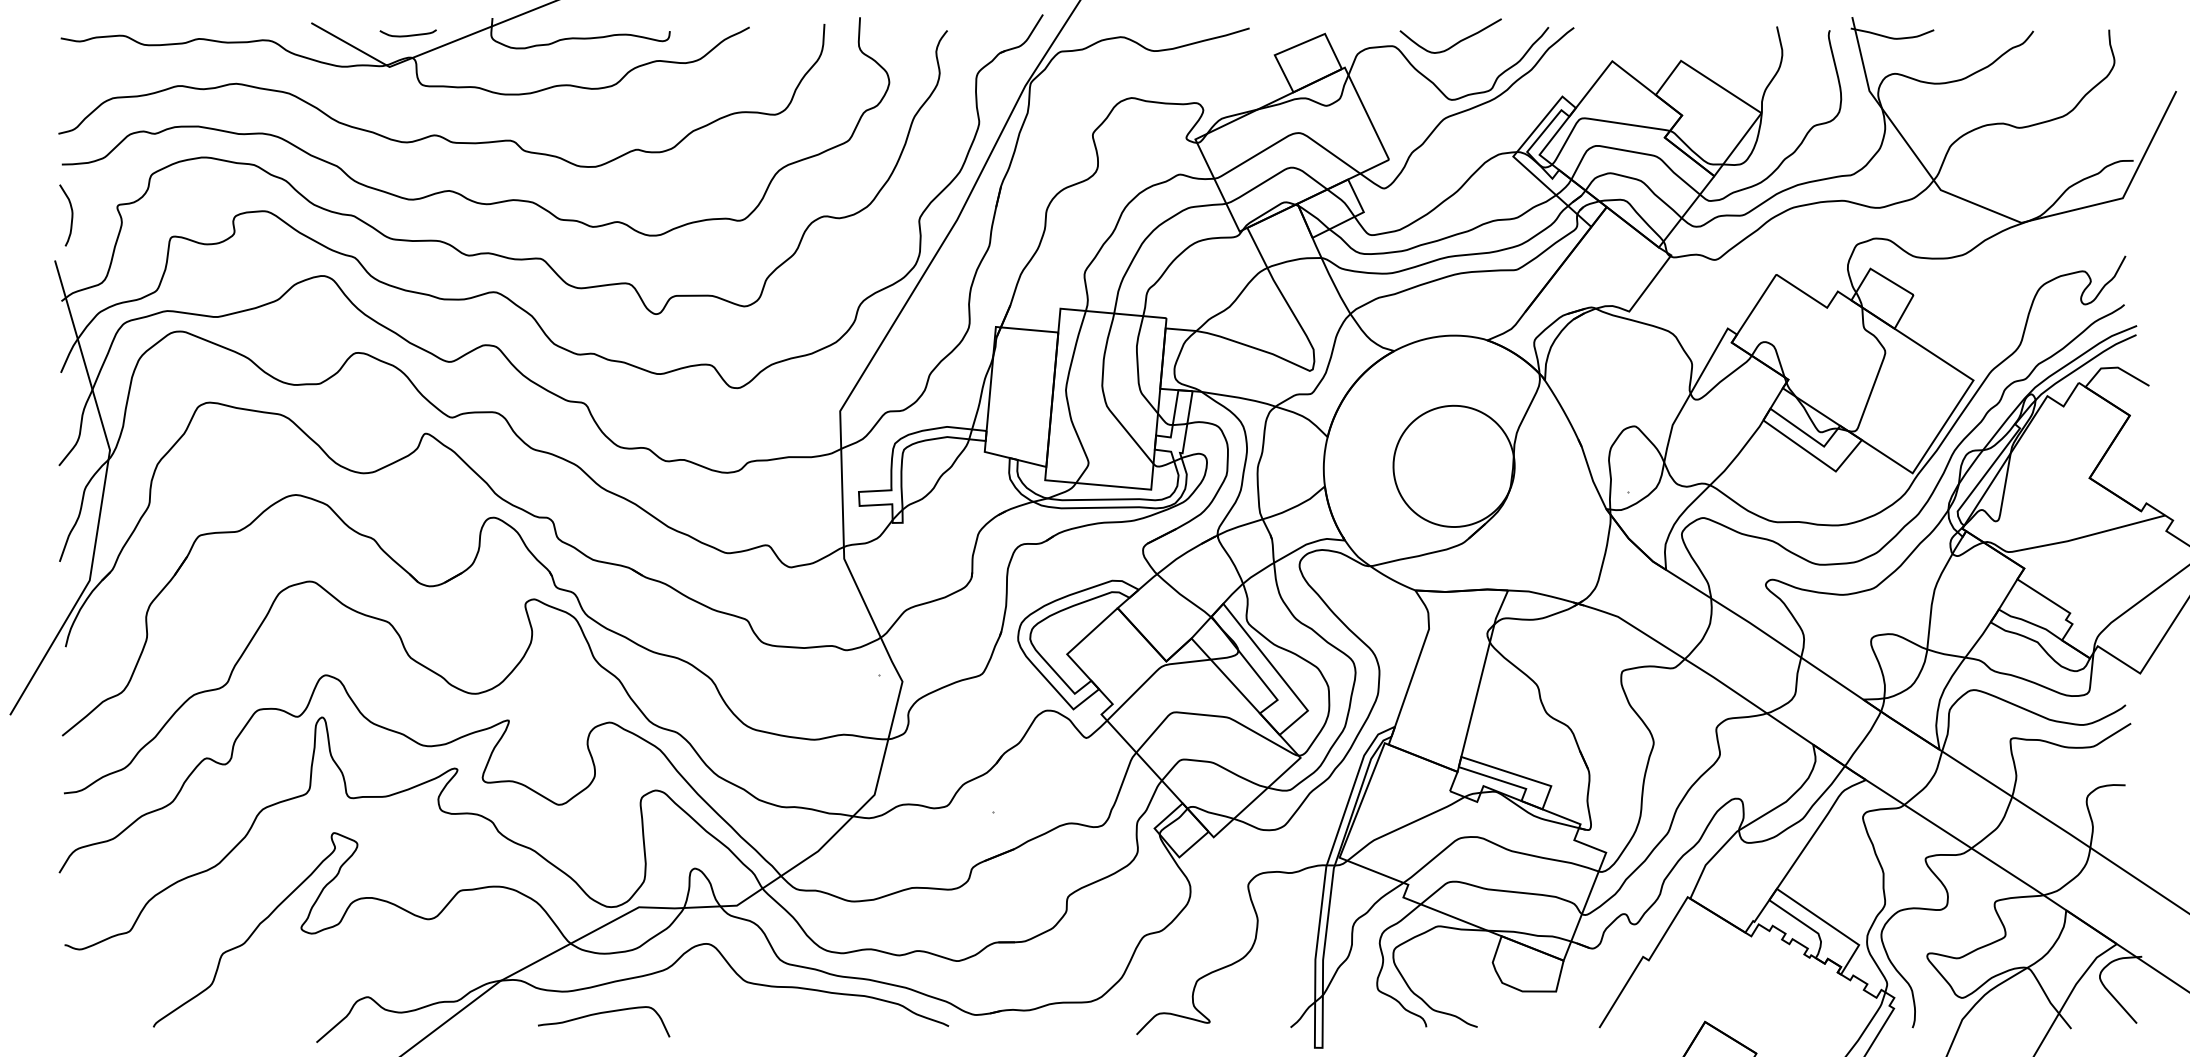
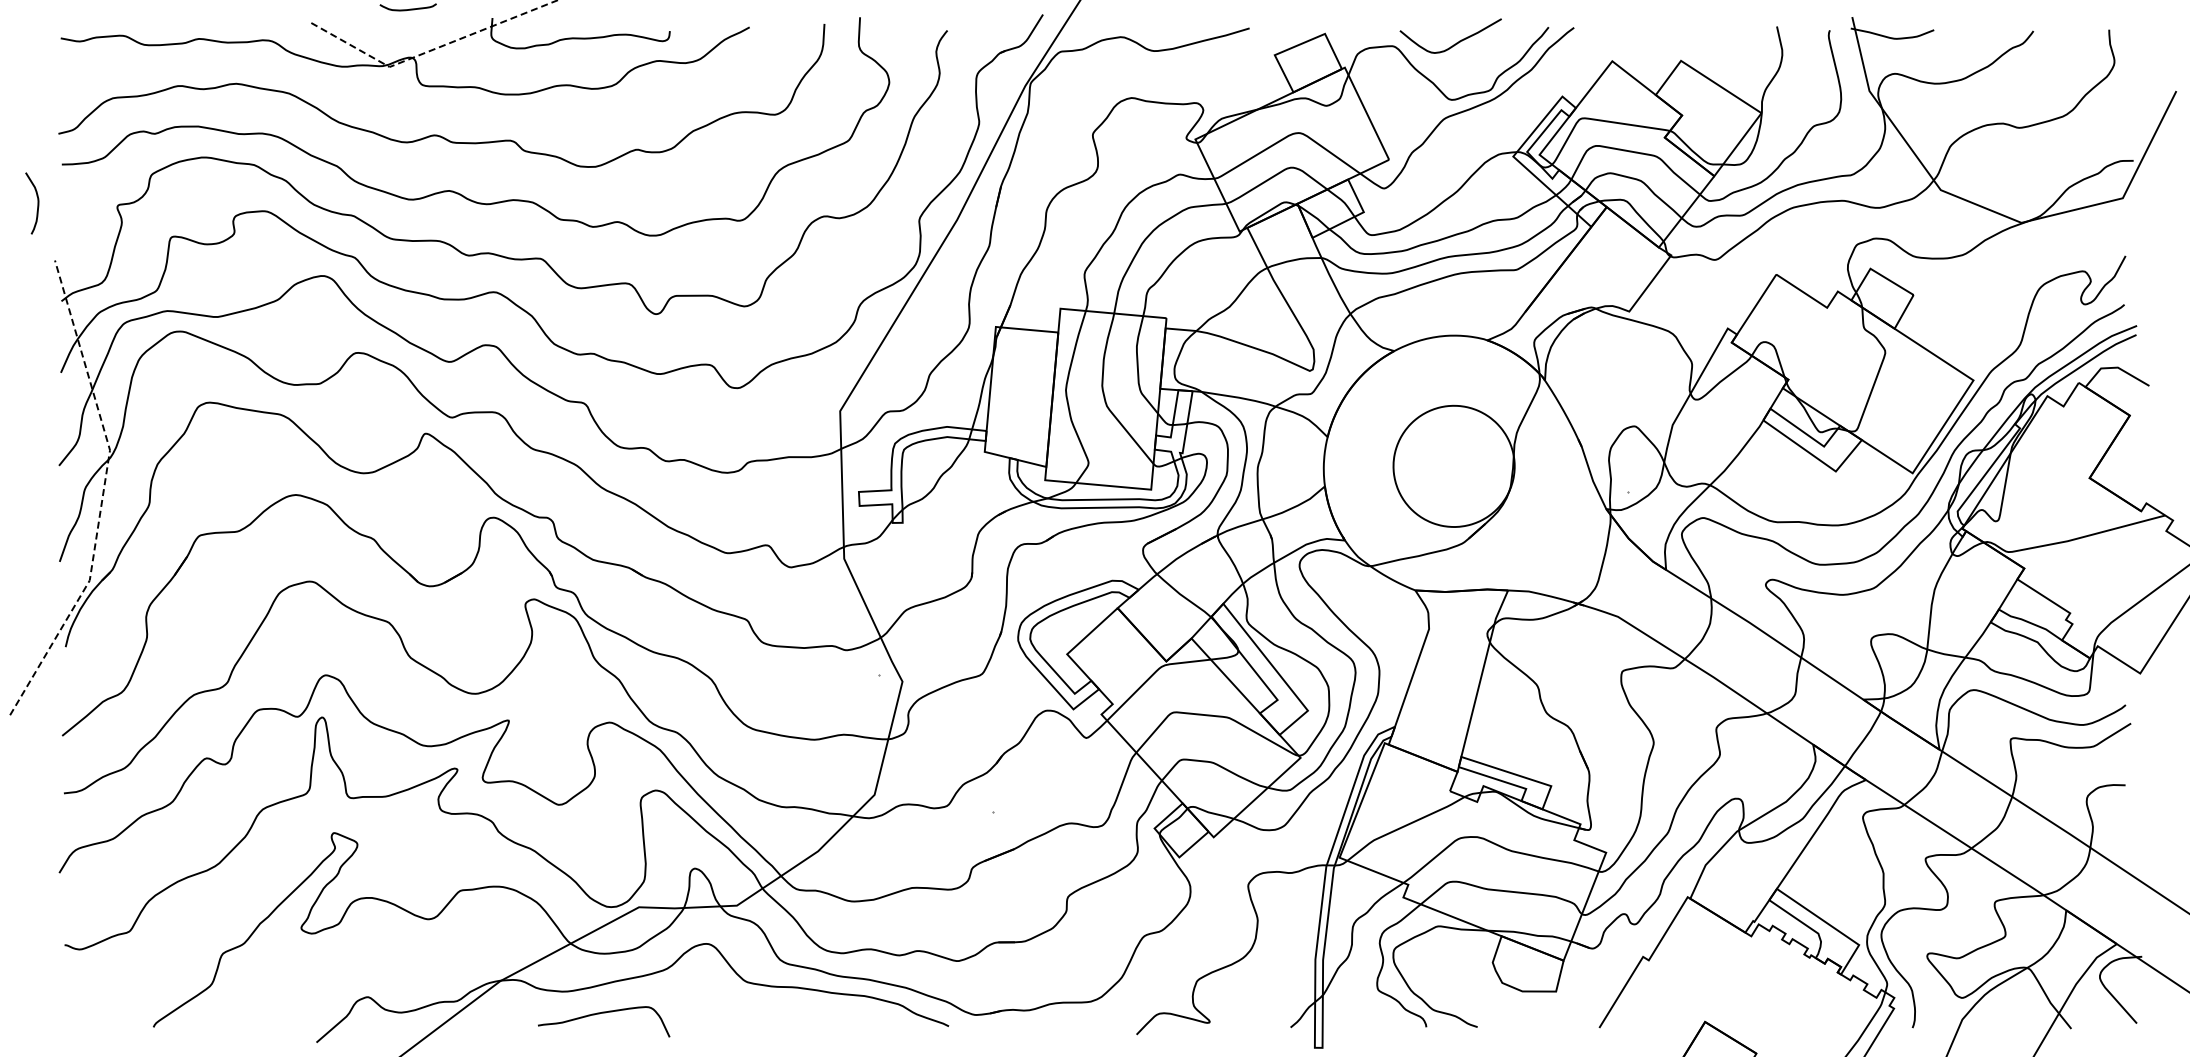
curve at (407, 35) position: (407, 35) -> (407, 9)
line at (431, 50): solid -> dashed
curve at (71, 215) position: (71, 215) -> (37, 203)
line at (103, 494): solid -> dashed
